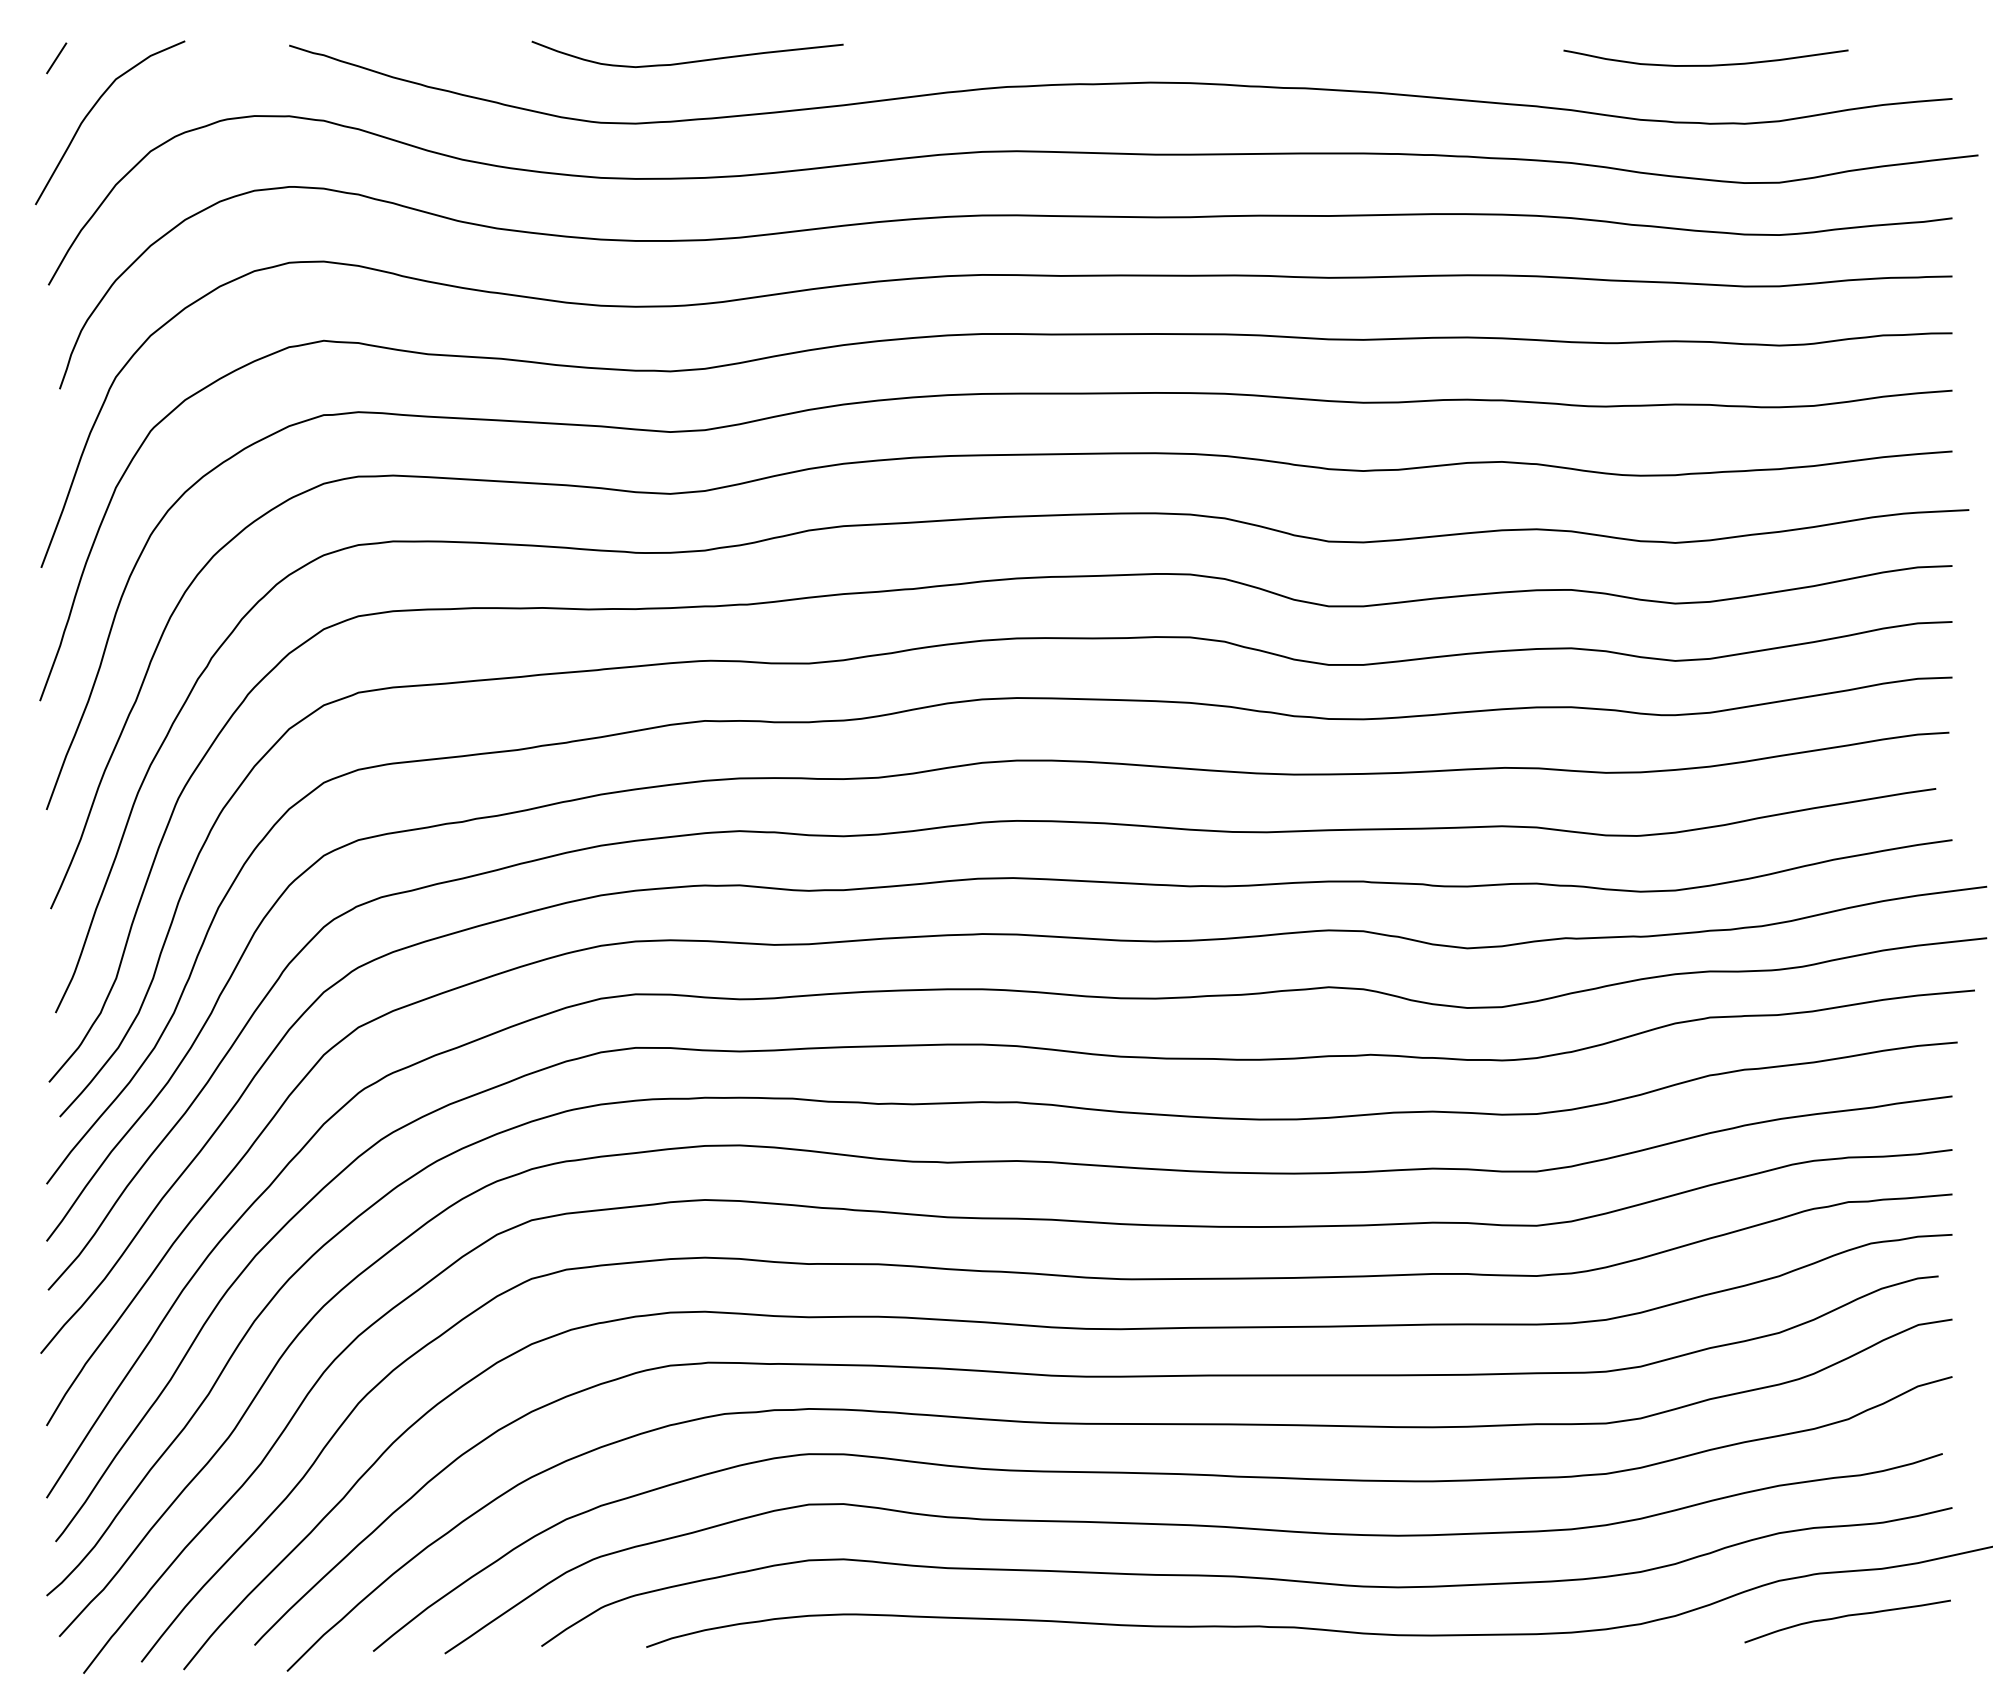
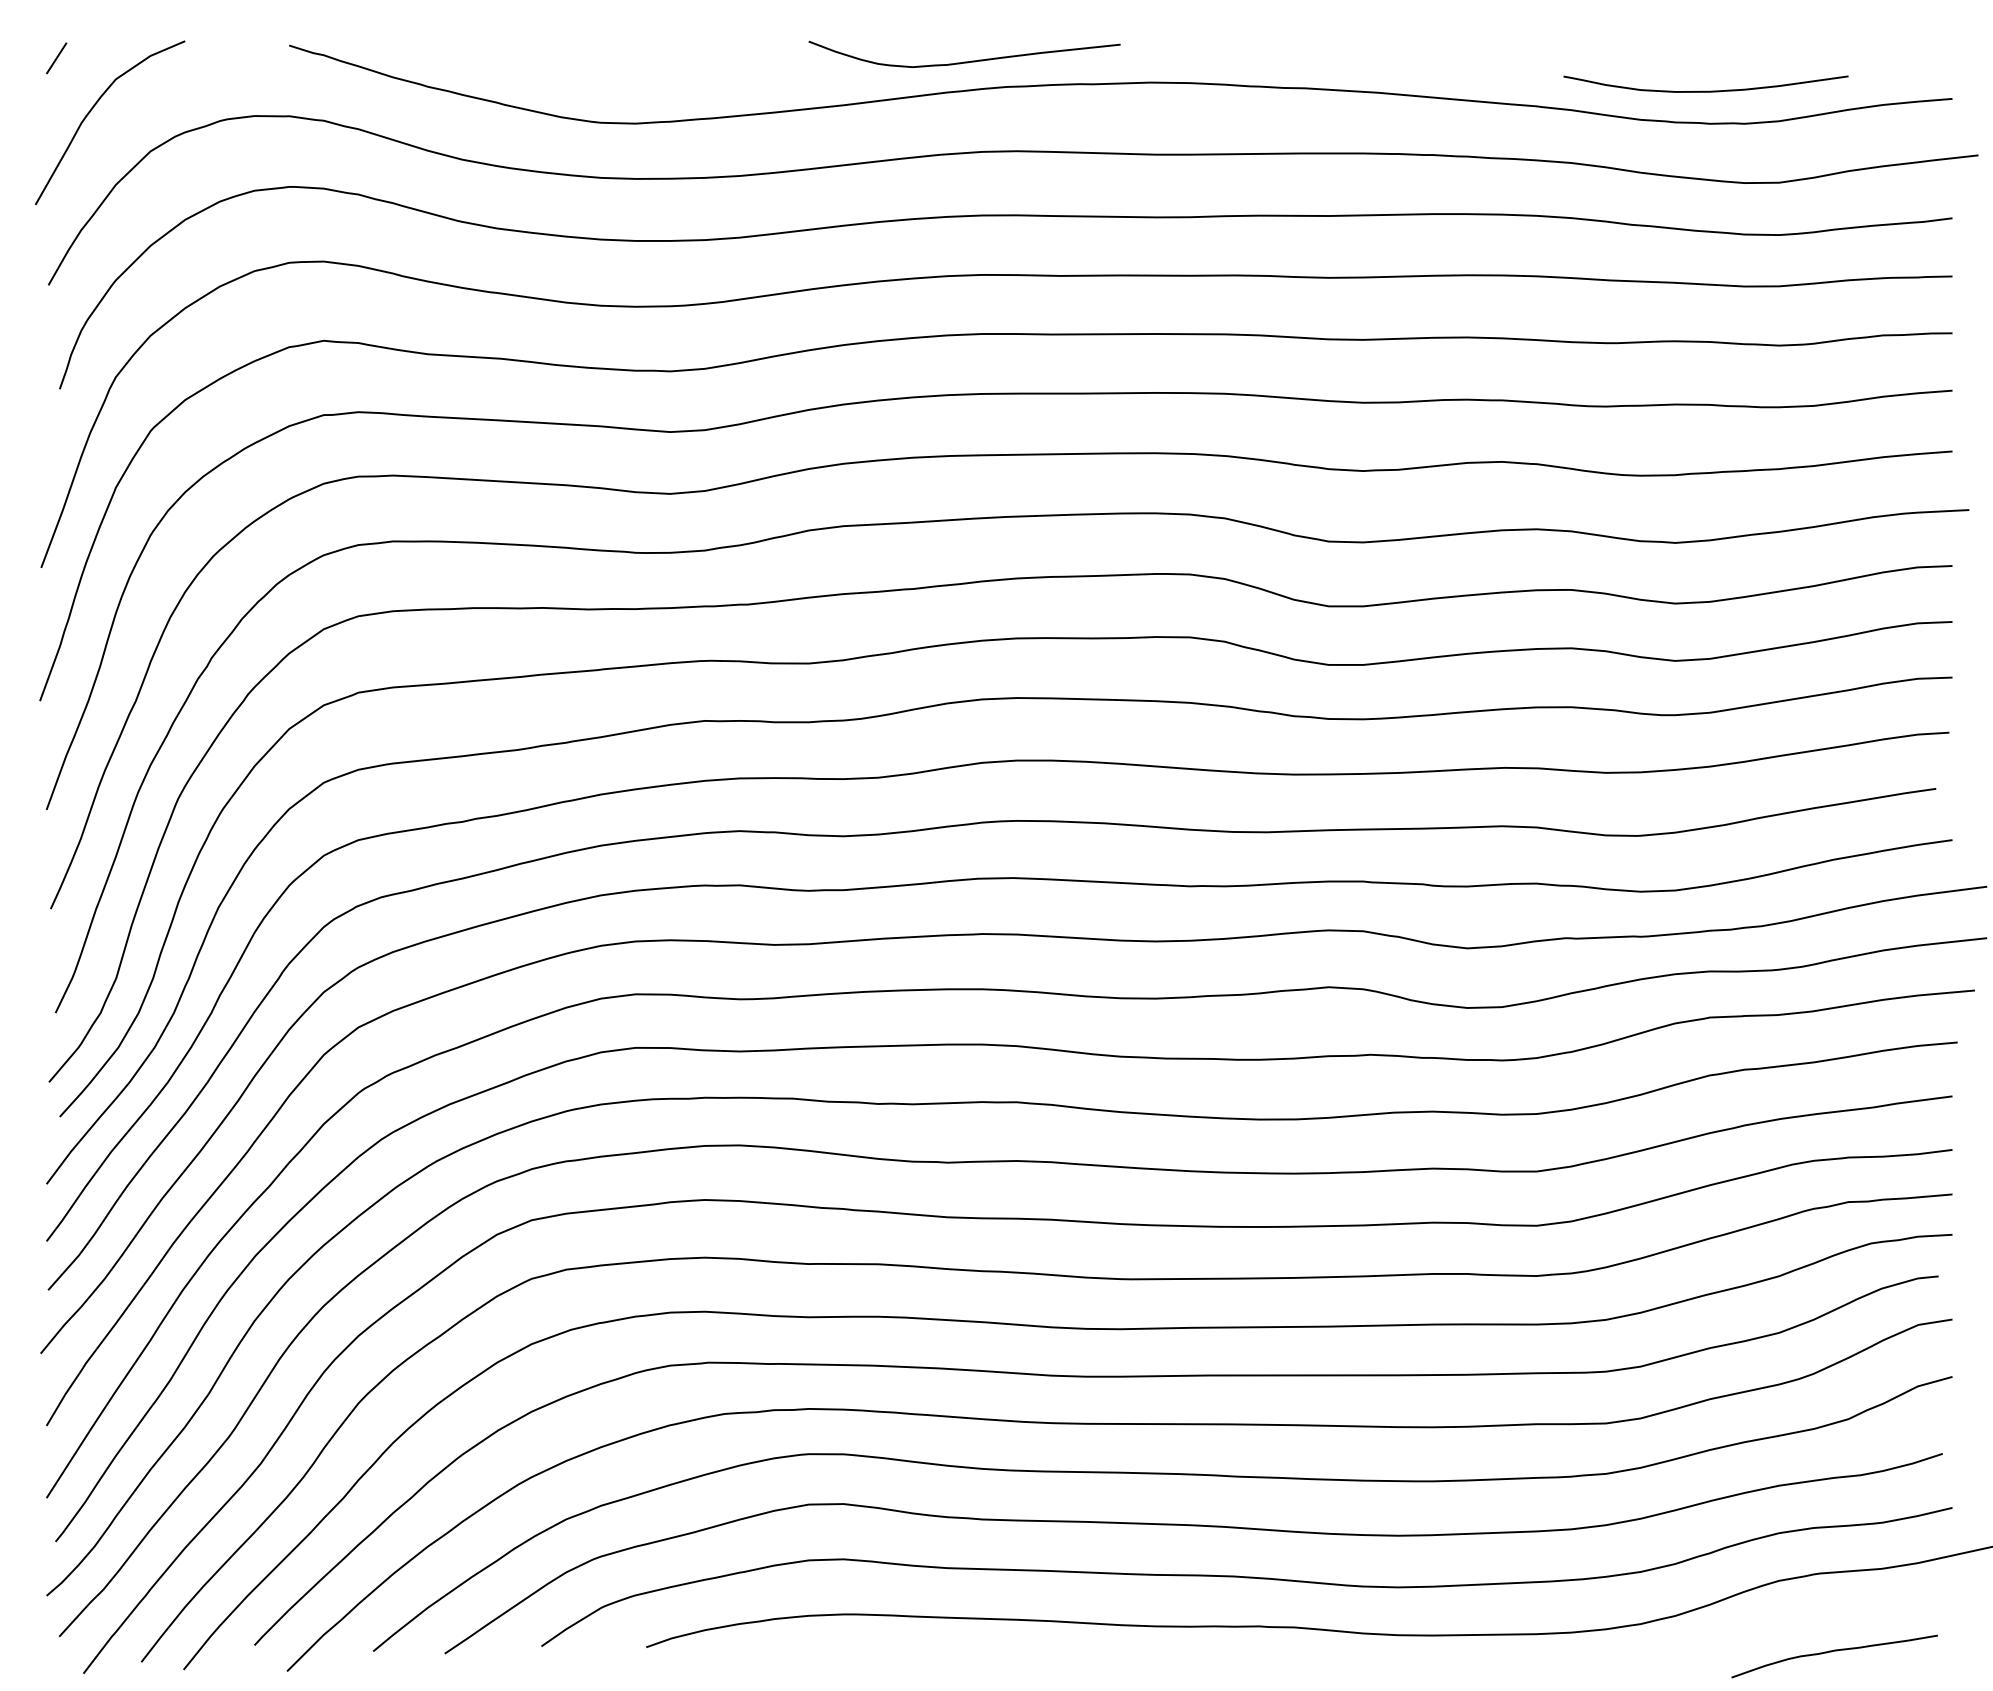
curve at (687, 61) position: (687, 61) -> (964, 61)
curve at (1705, 64) position: (1705, 64) -> (1705, 90)
curve at (1847, 1616) position: (1847, 1616) -> (1834, 1651)
